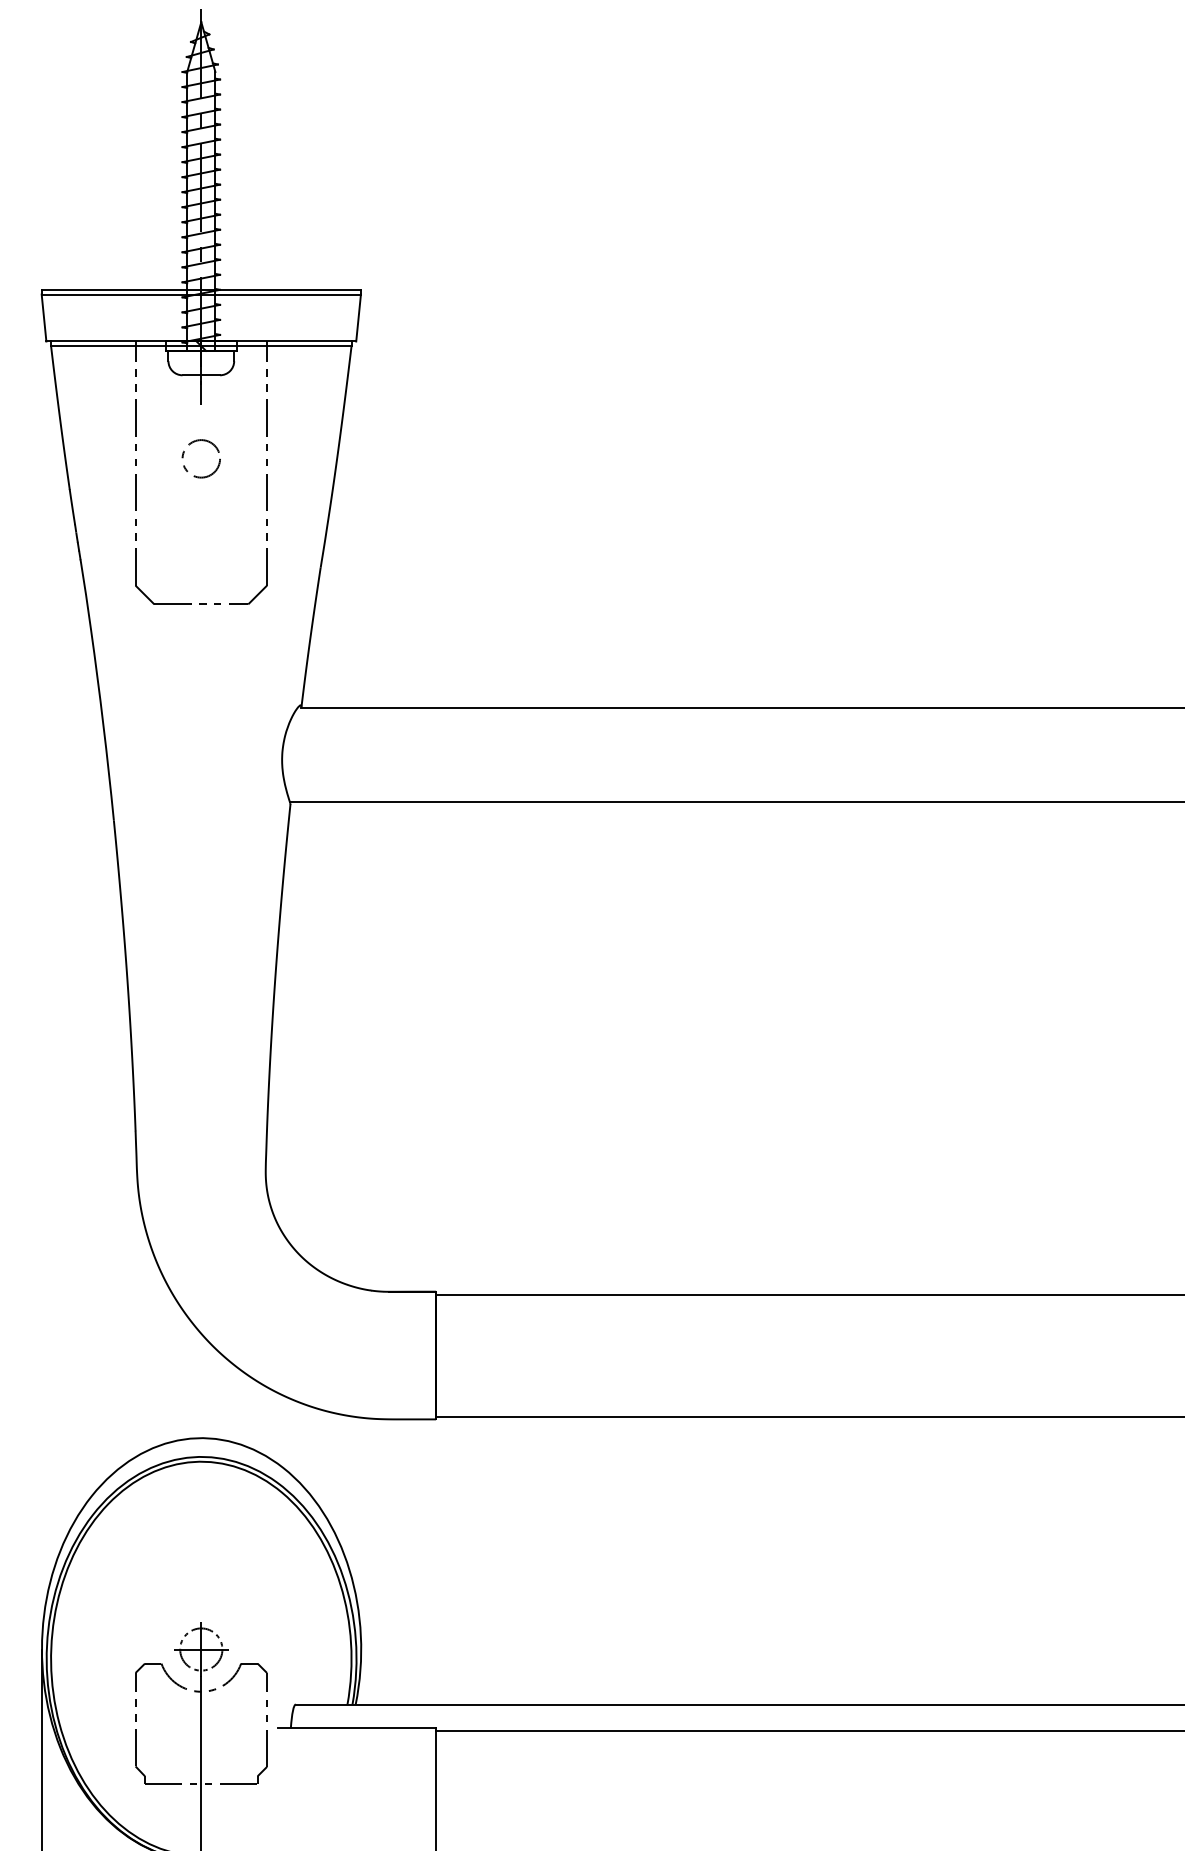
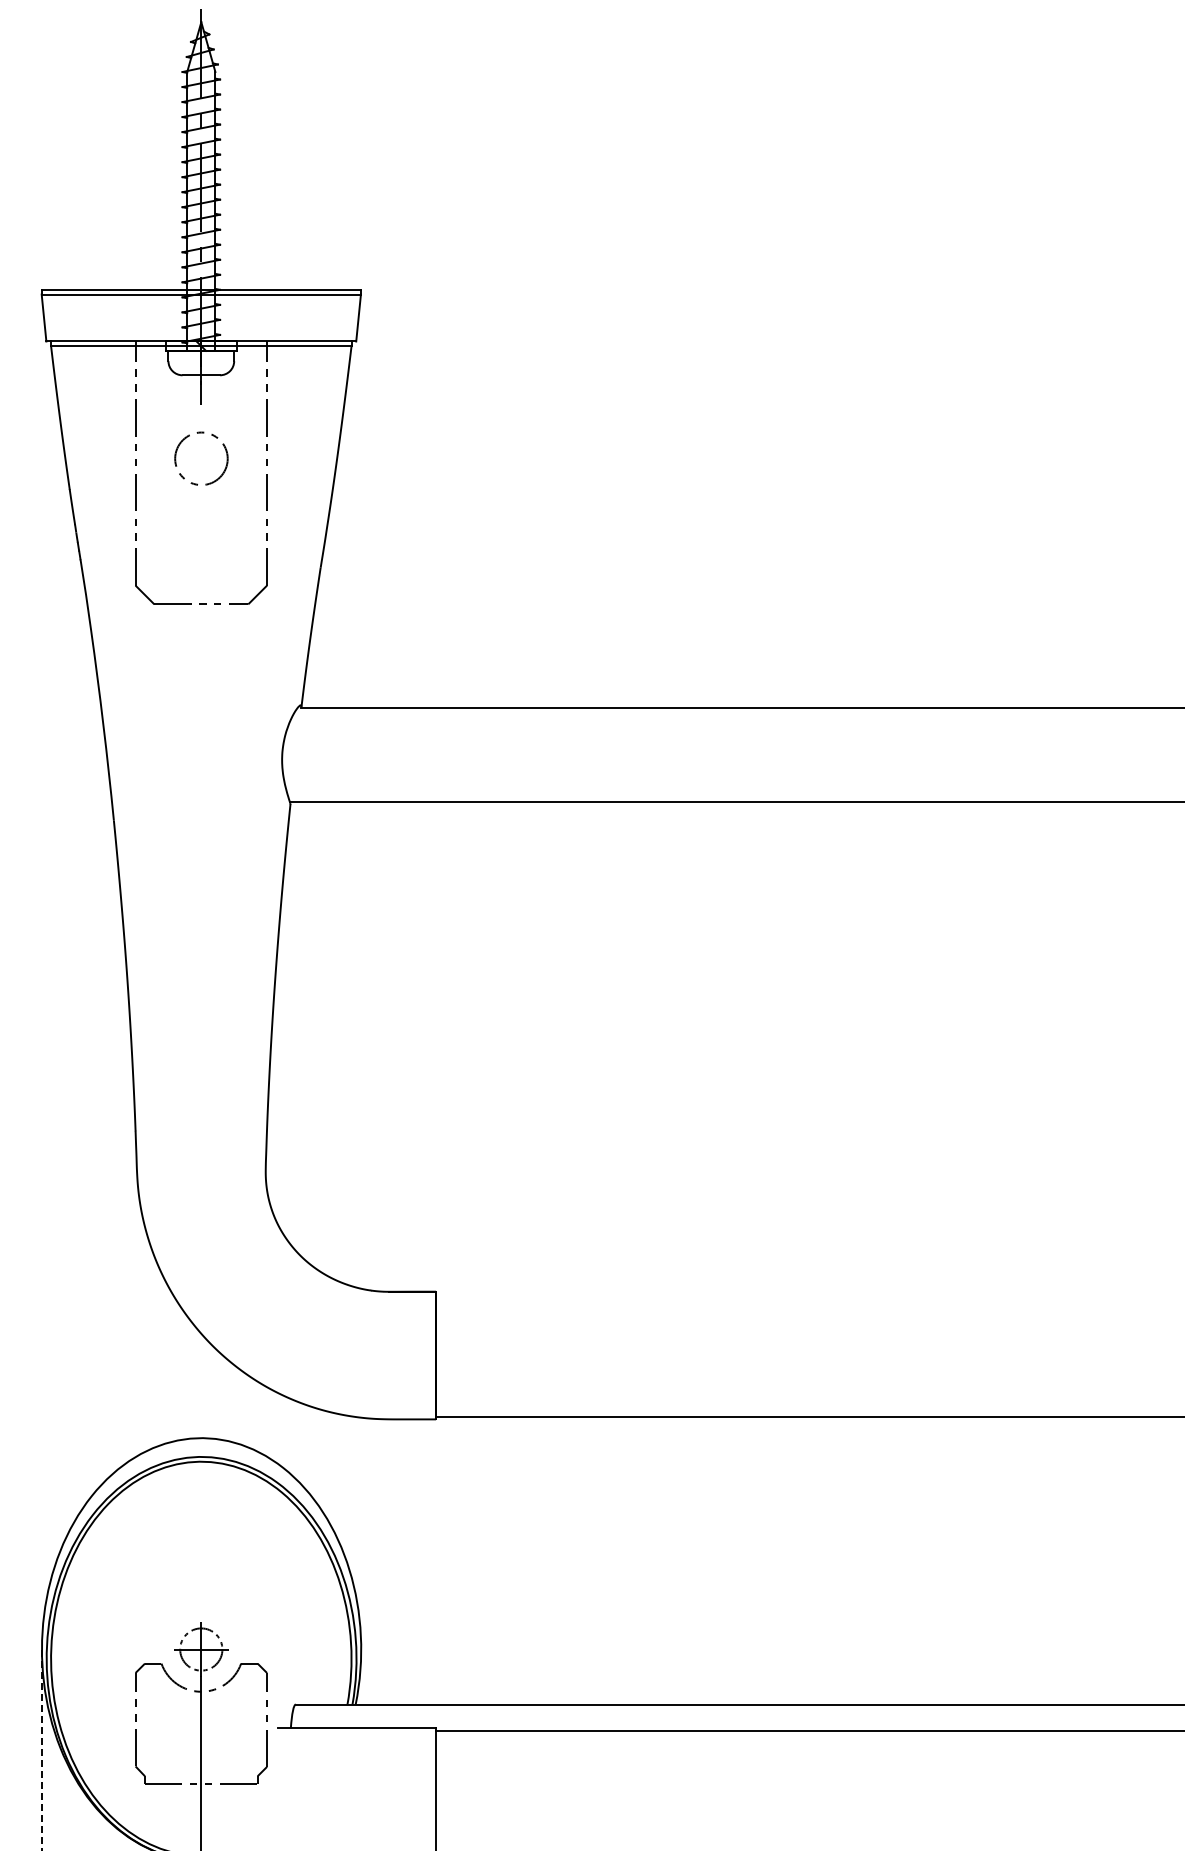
circle at (200, 458) size: 40x40 px -> 55x55 px
line at (808, 1294): present -> none
line at (41, 1750): solid -> dashed
